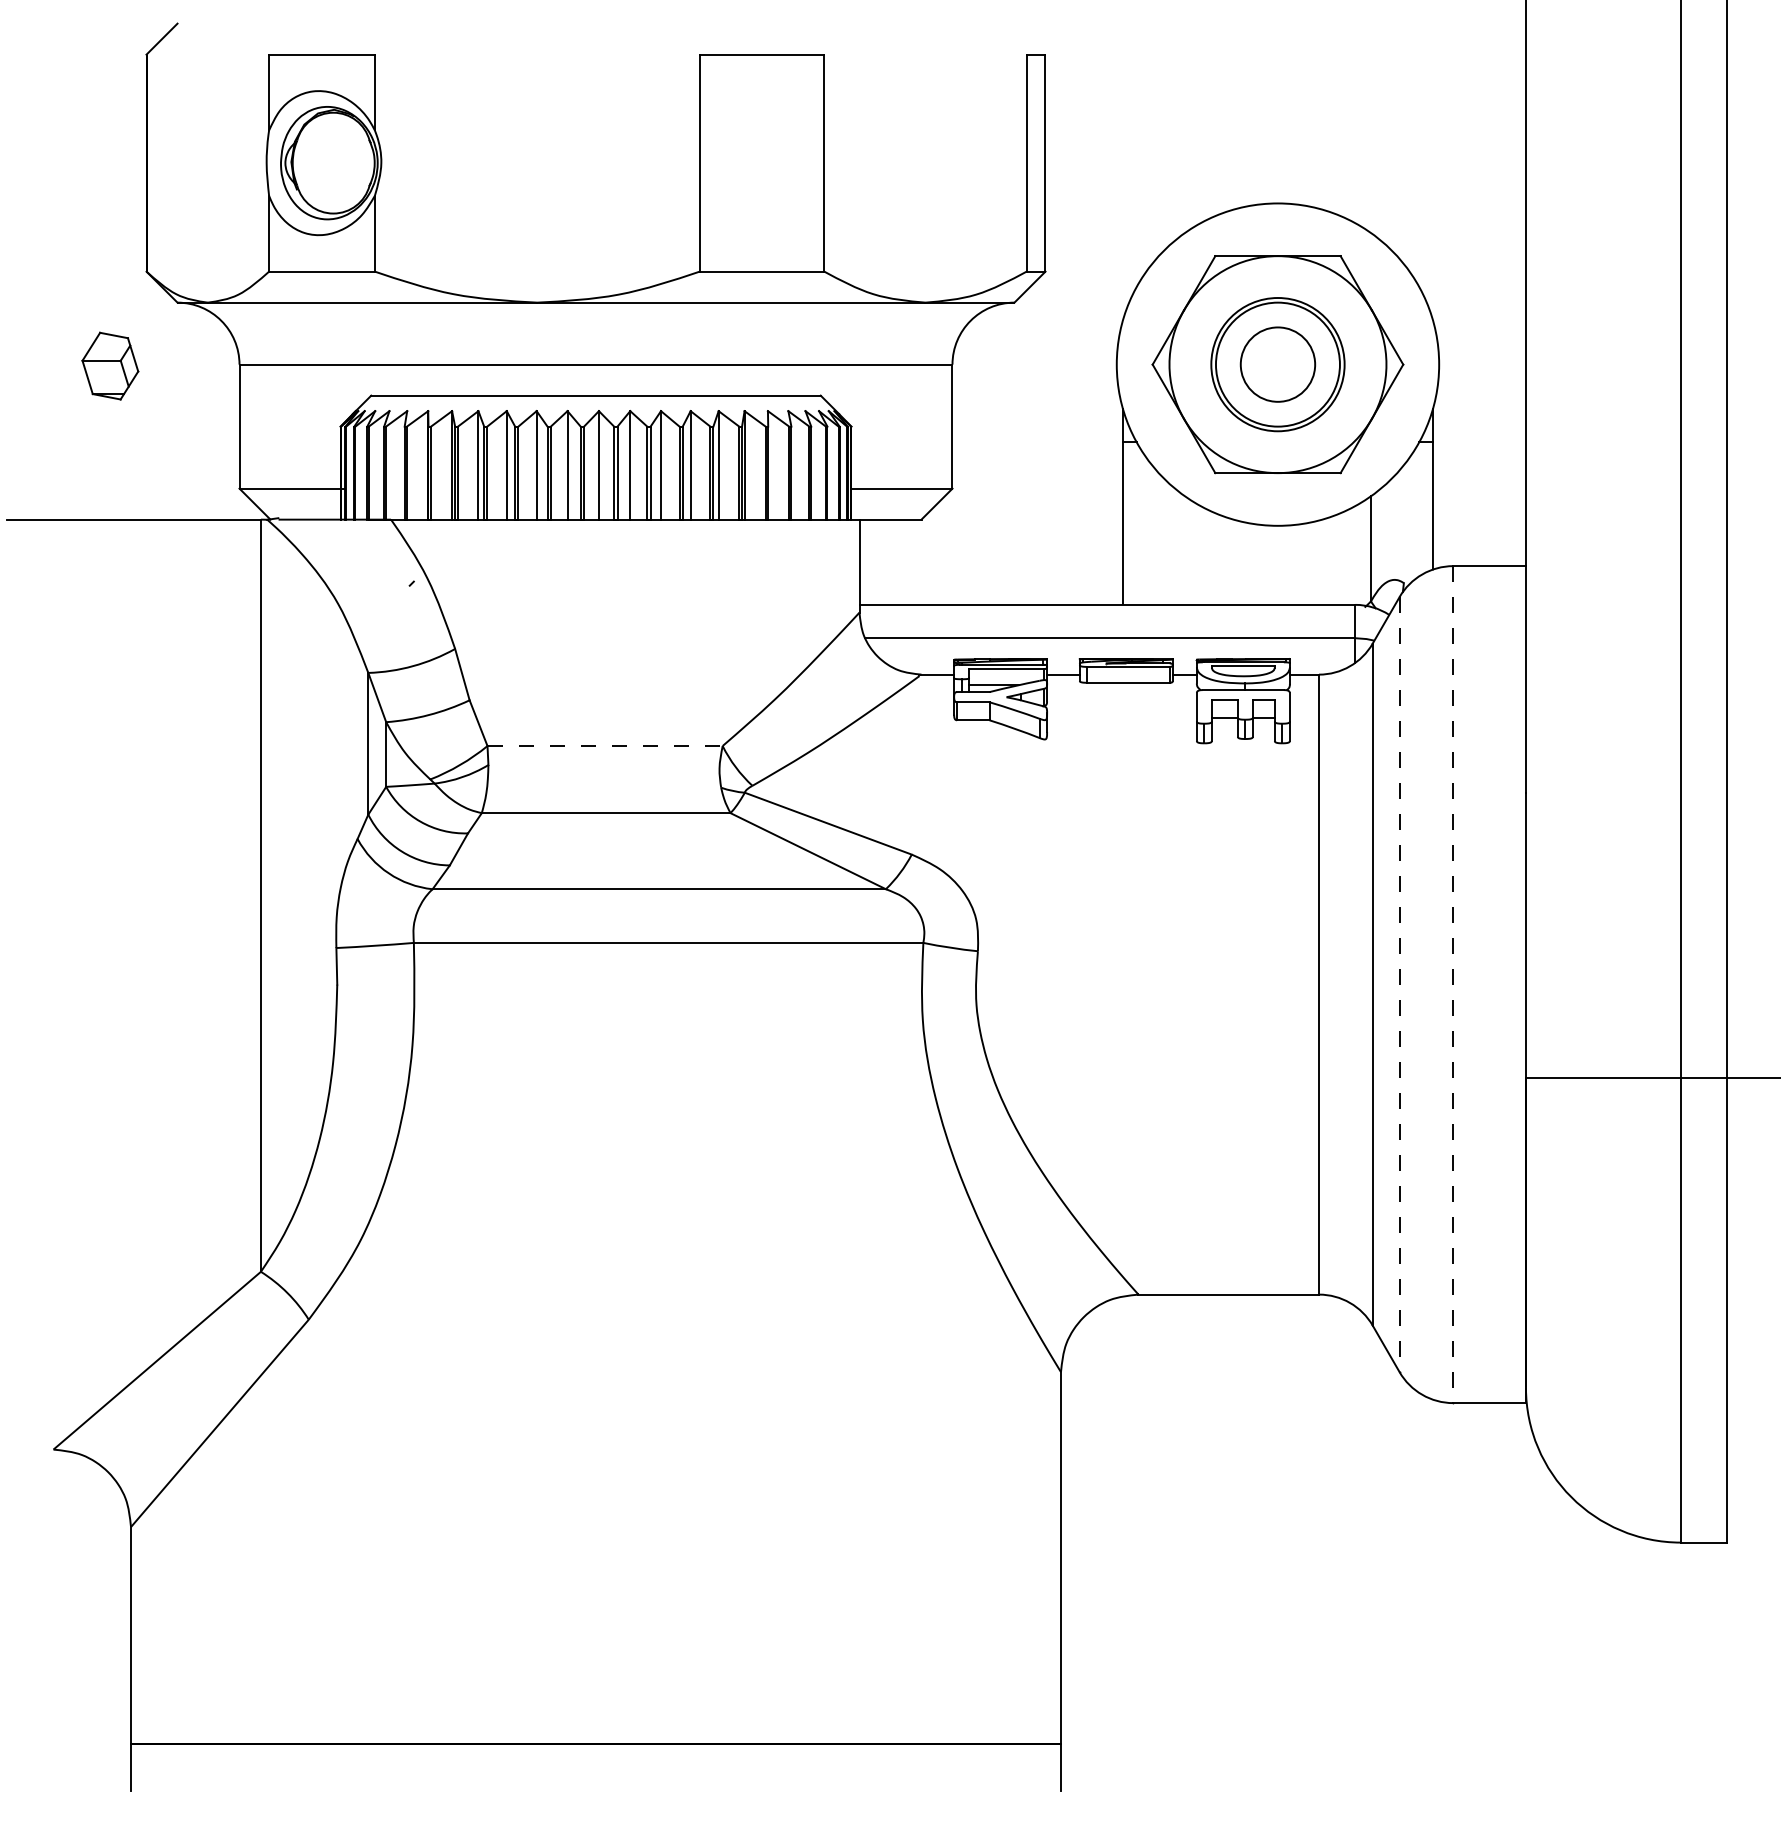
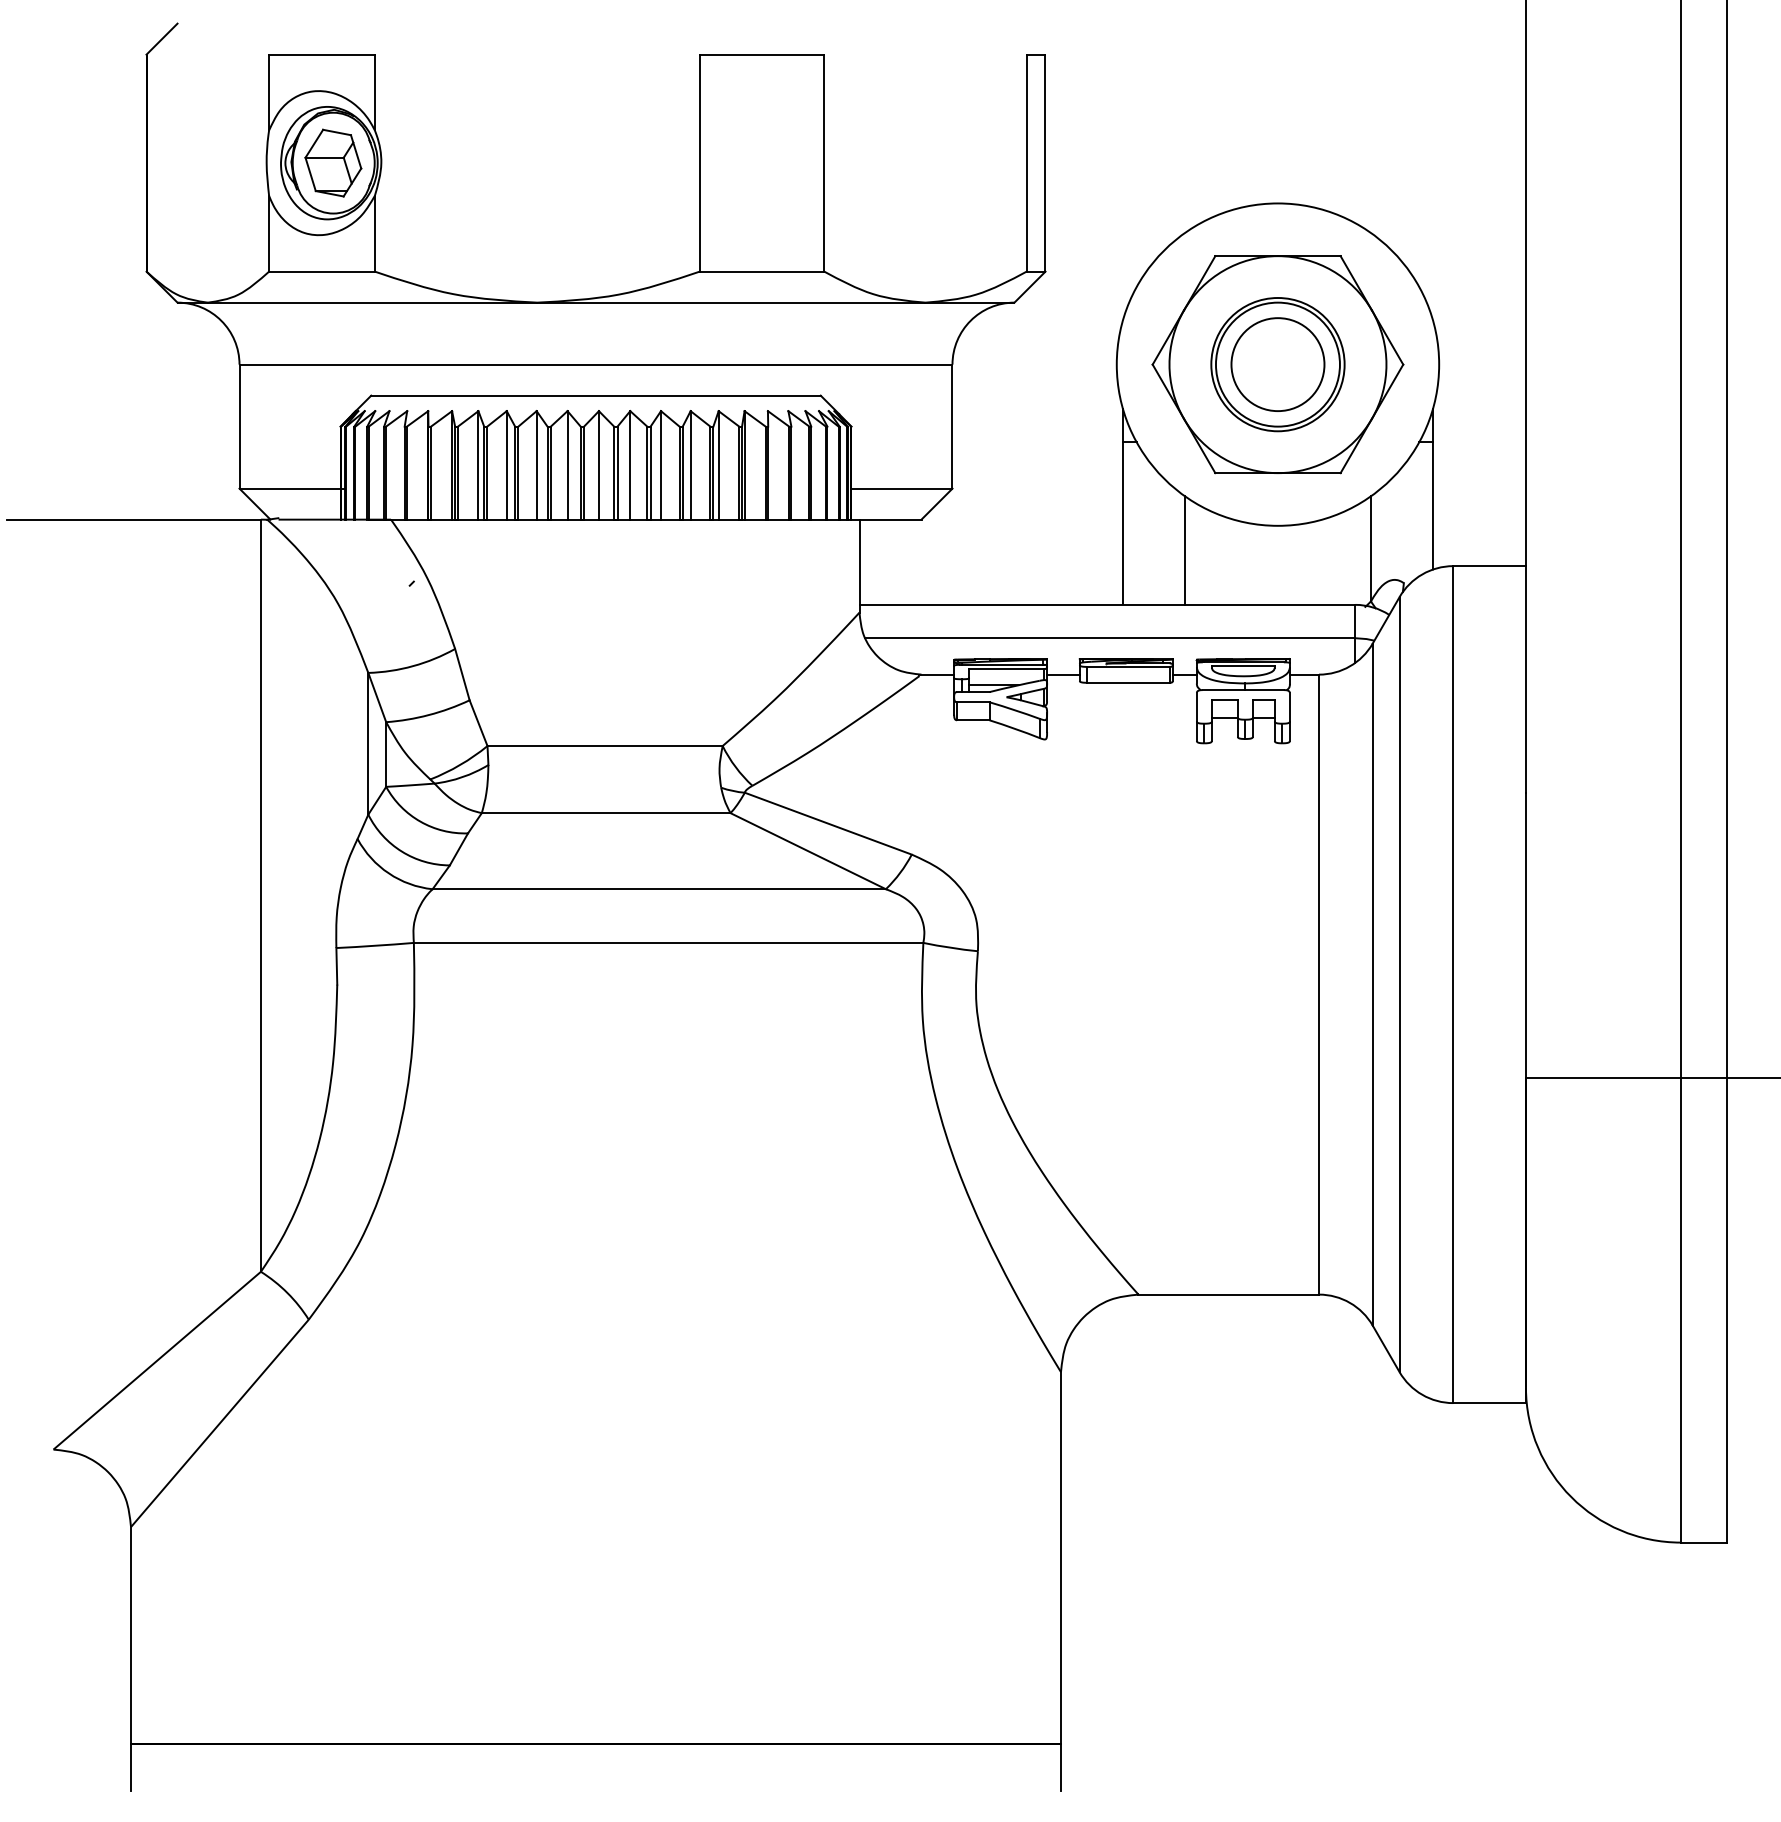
circle at (1277, 364) diameter: 74 px -> 93 px
part at (110, 365) position: (110, 365) -> (333, 162)
line at (1184, 550): none -> present
line at (605, 746): dashed -> solid
line at (1399, 985): dashed -> solid
line at (1453, 985): dashed -> solid
